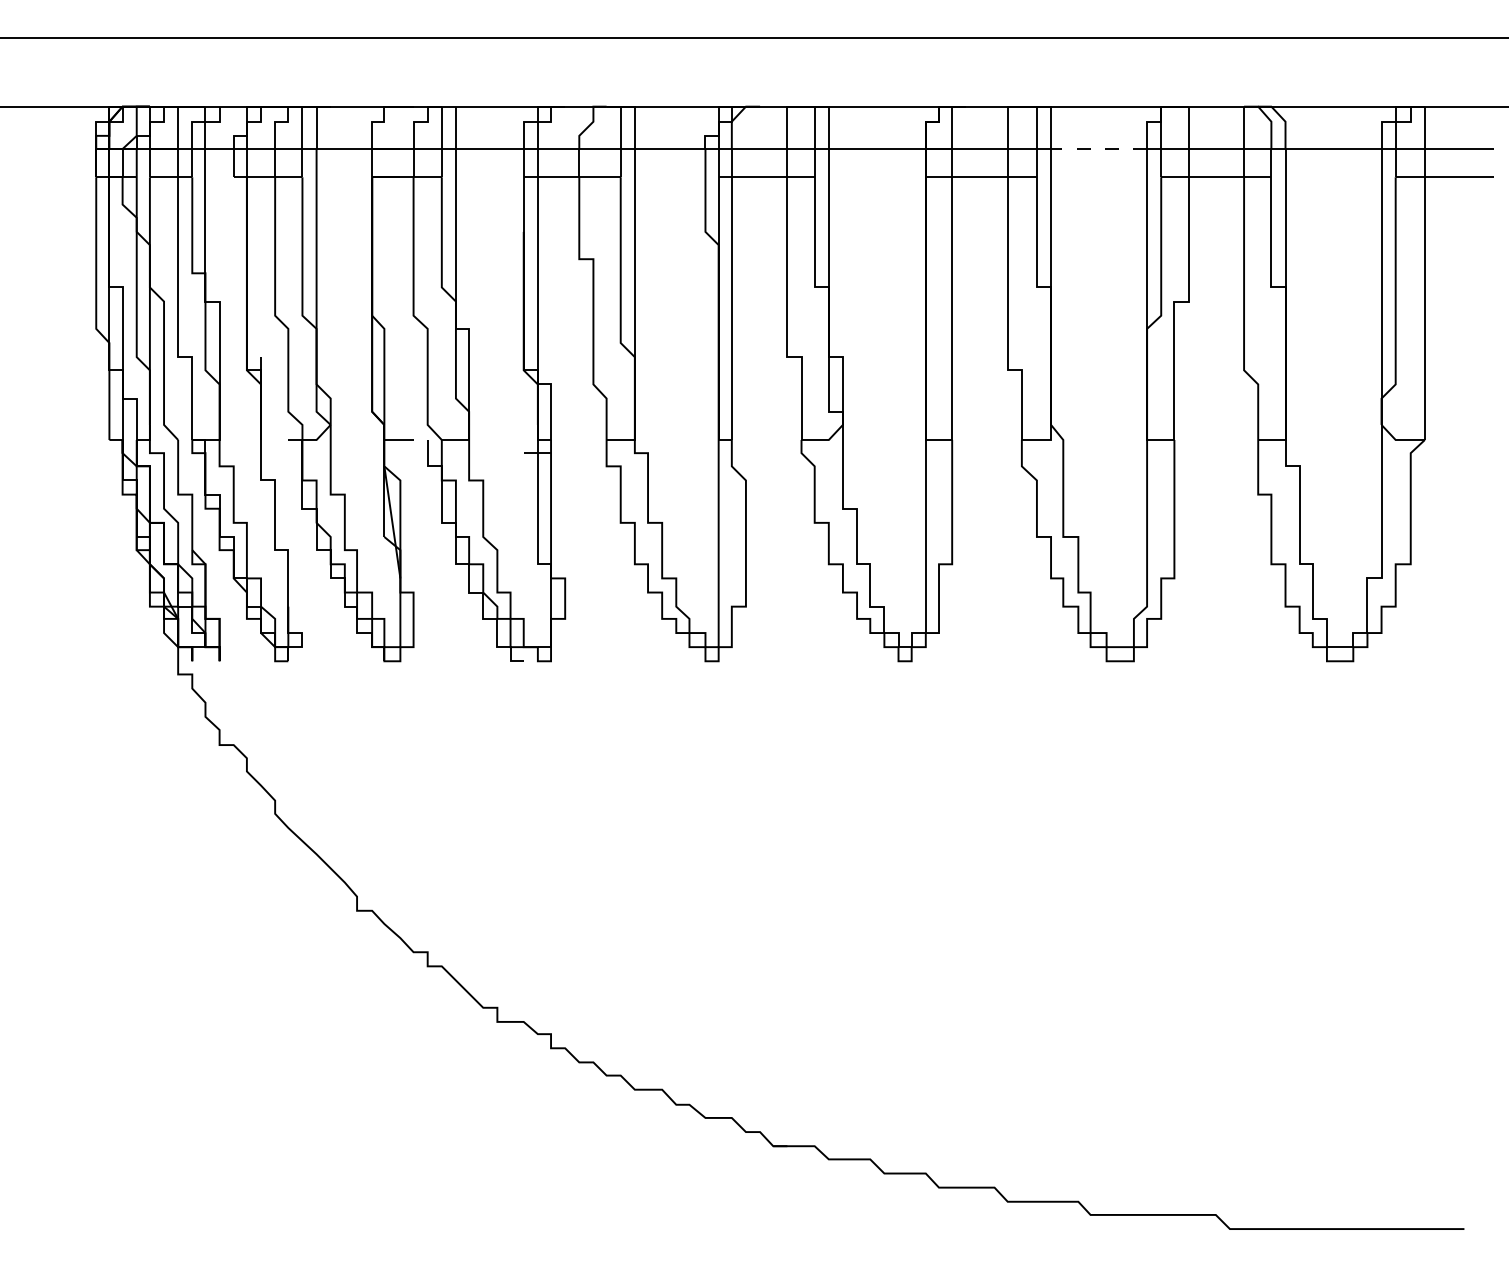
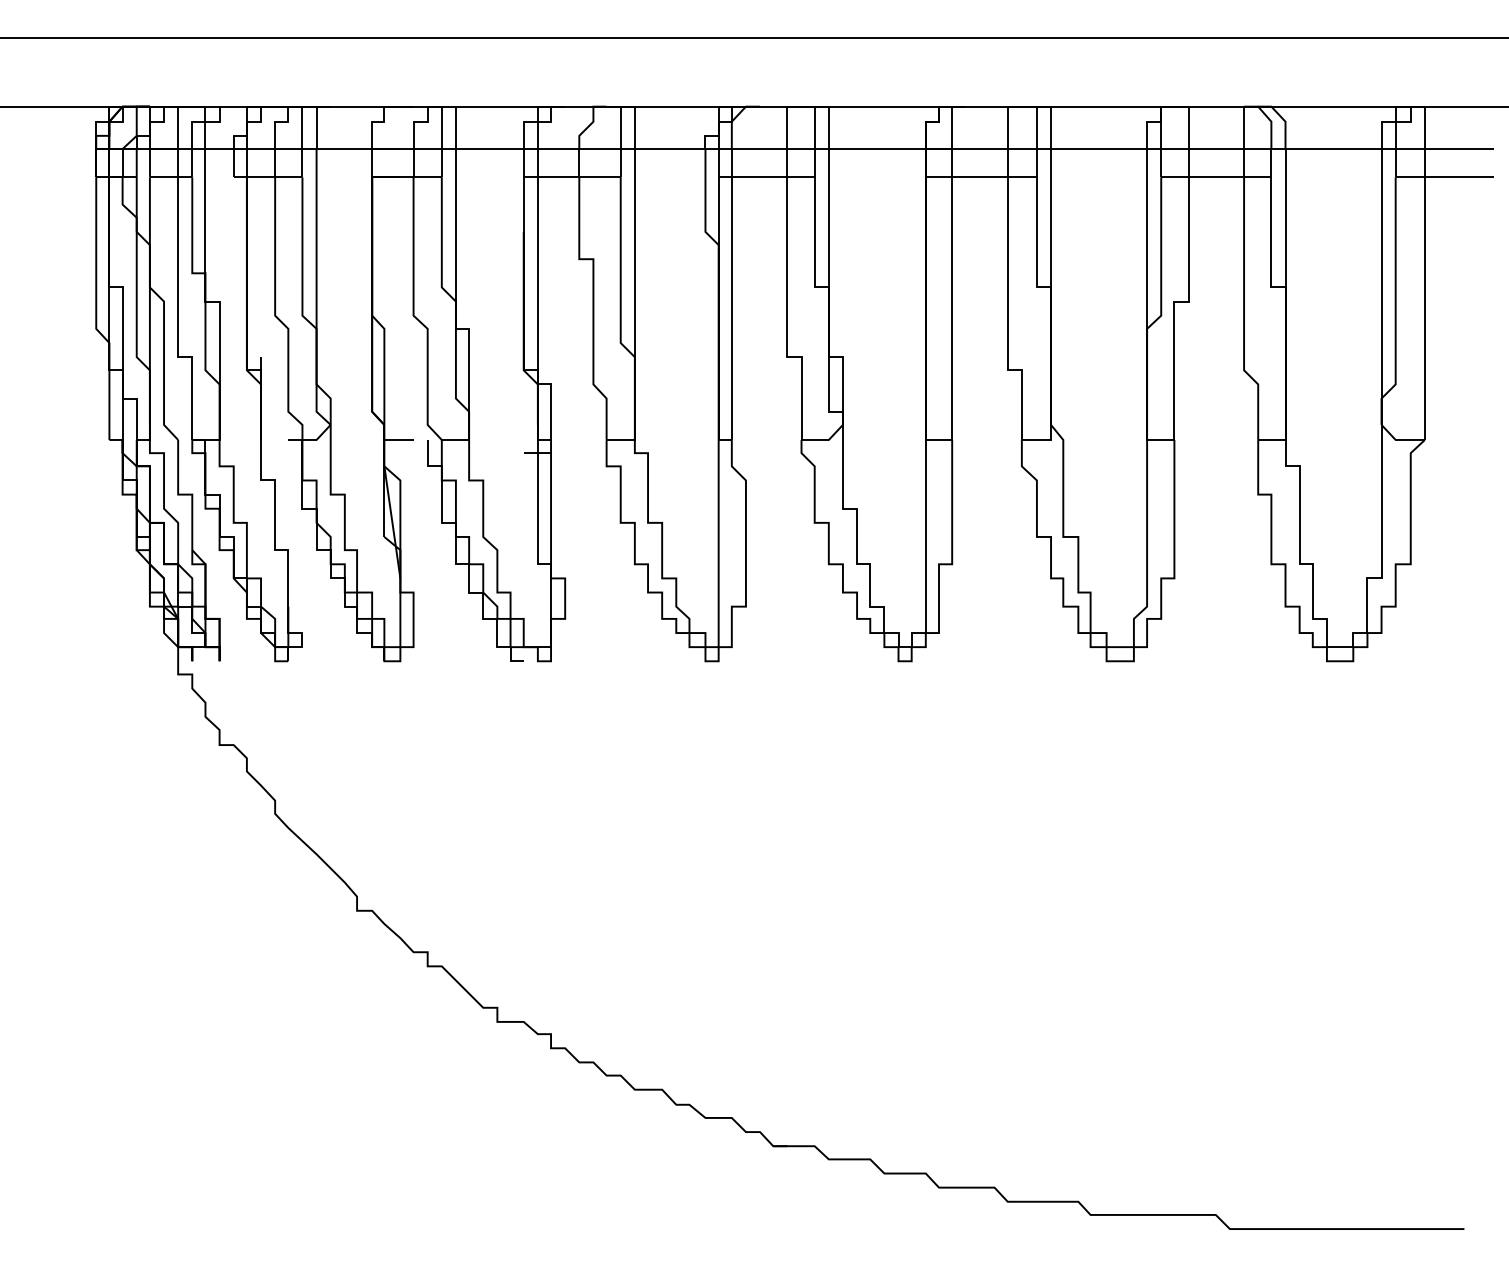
line at (1098, 149): dashed -> solid
